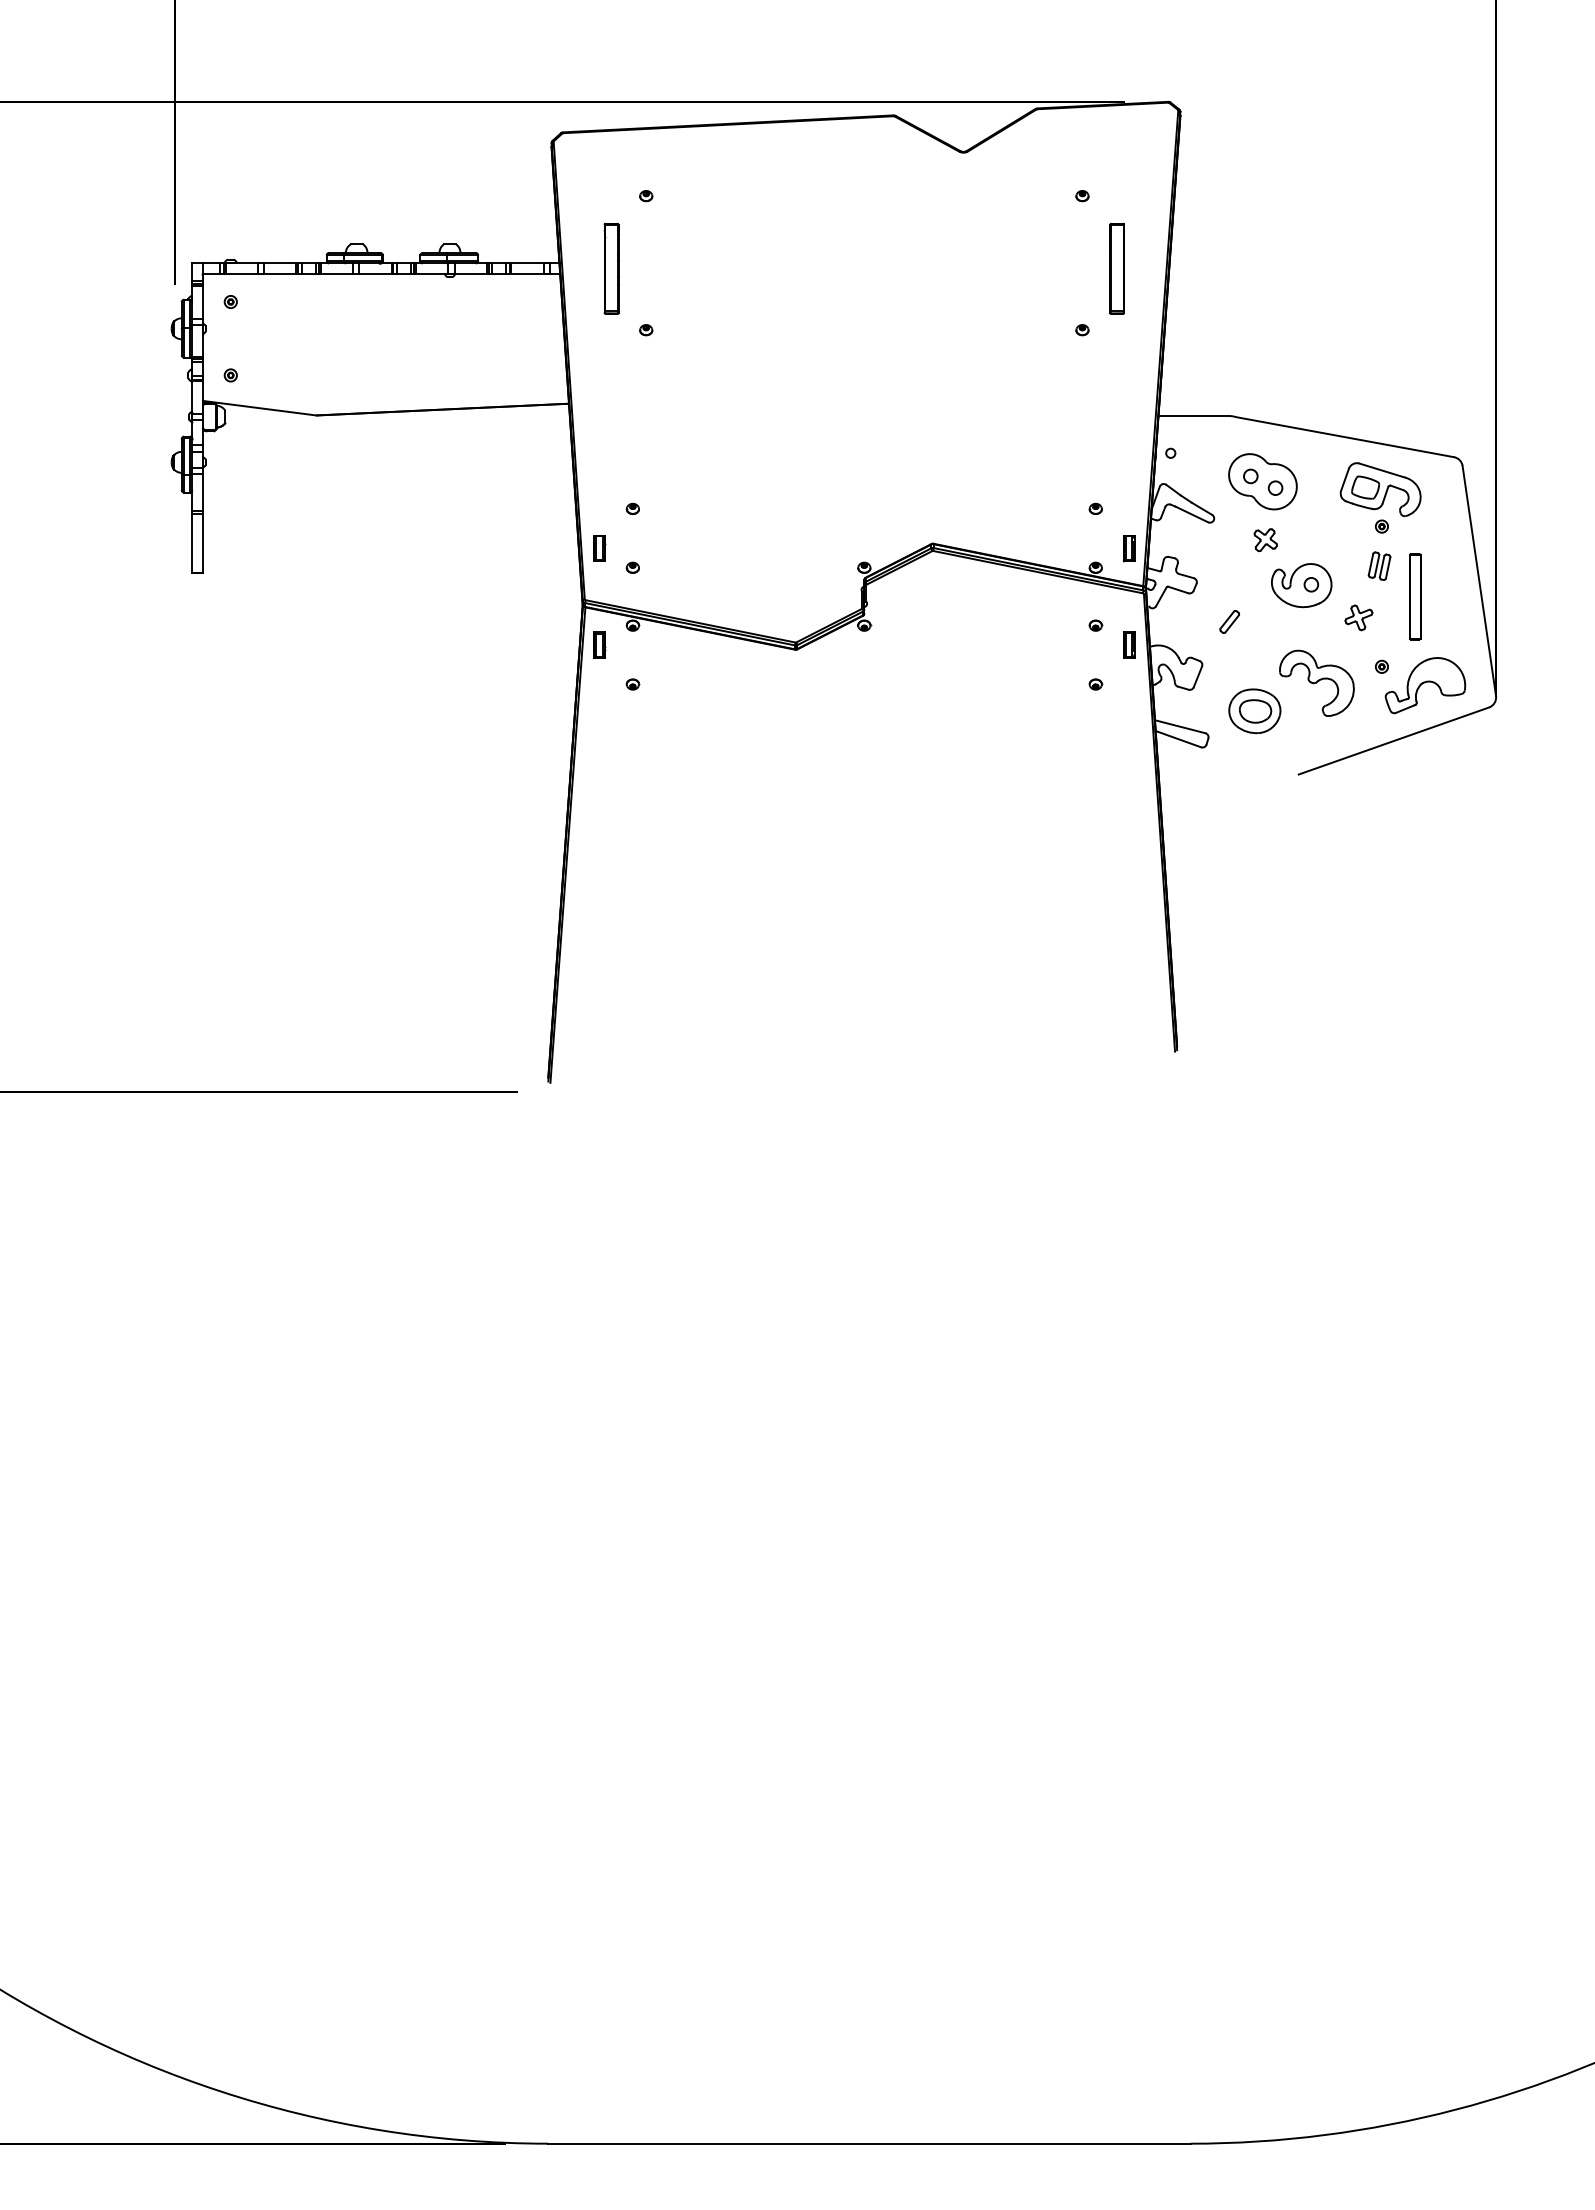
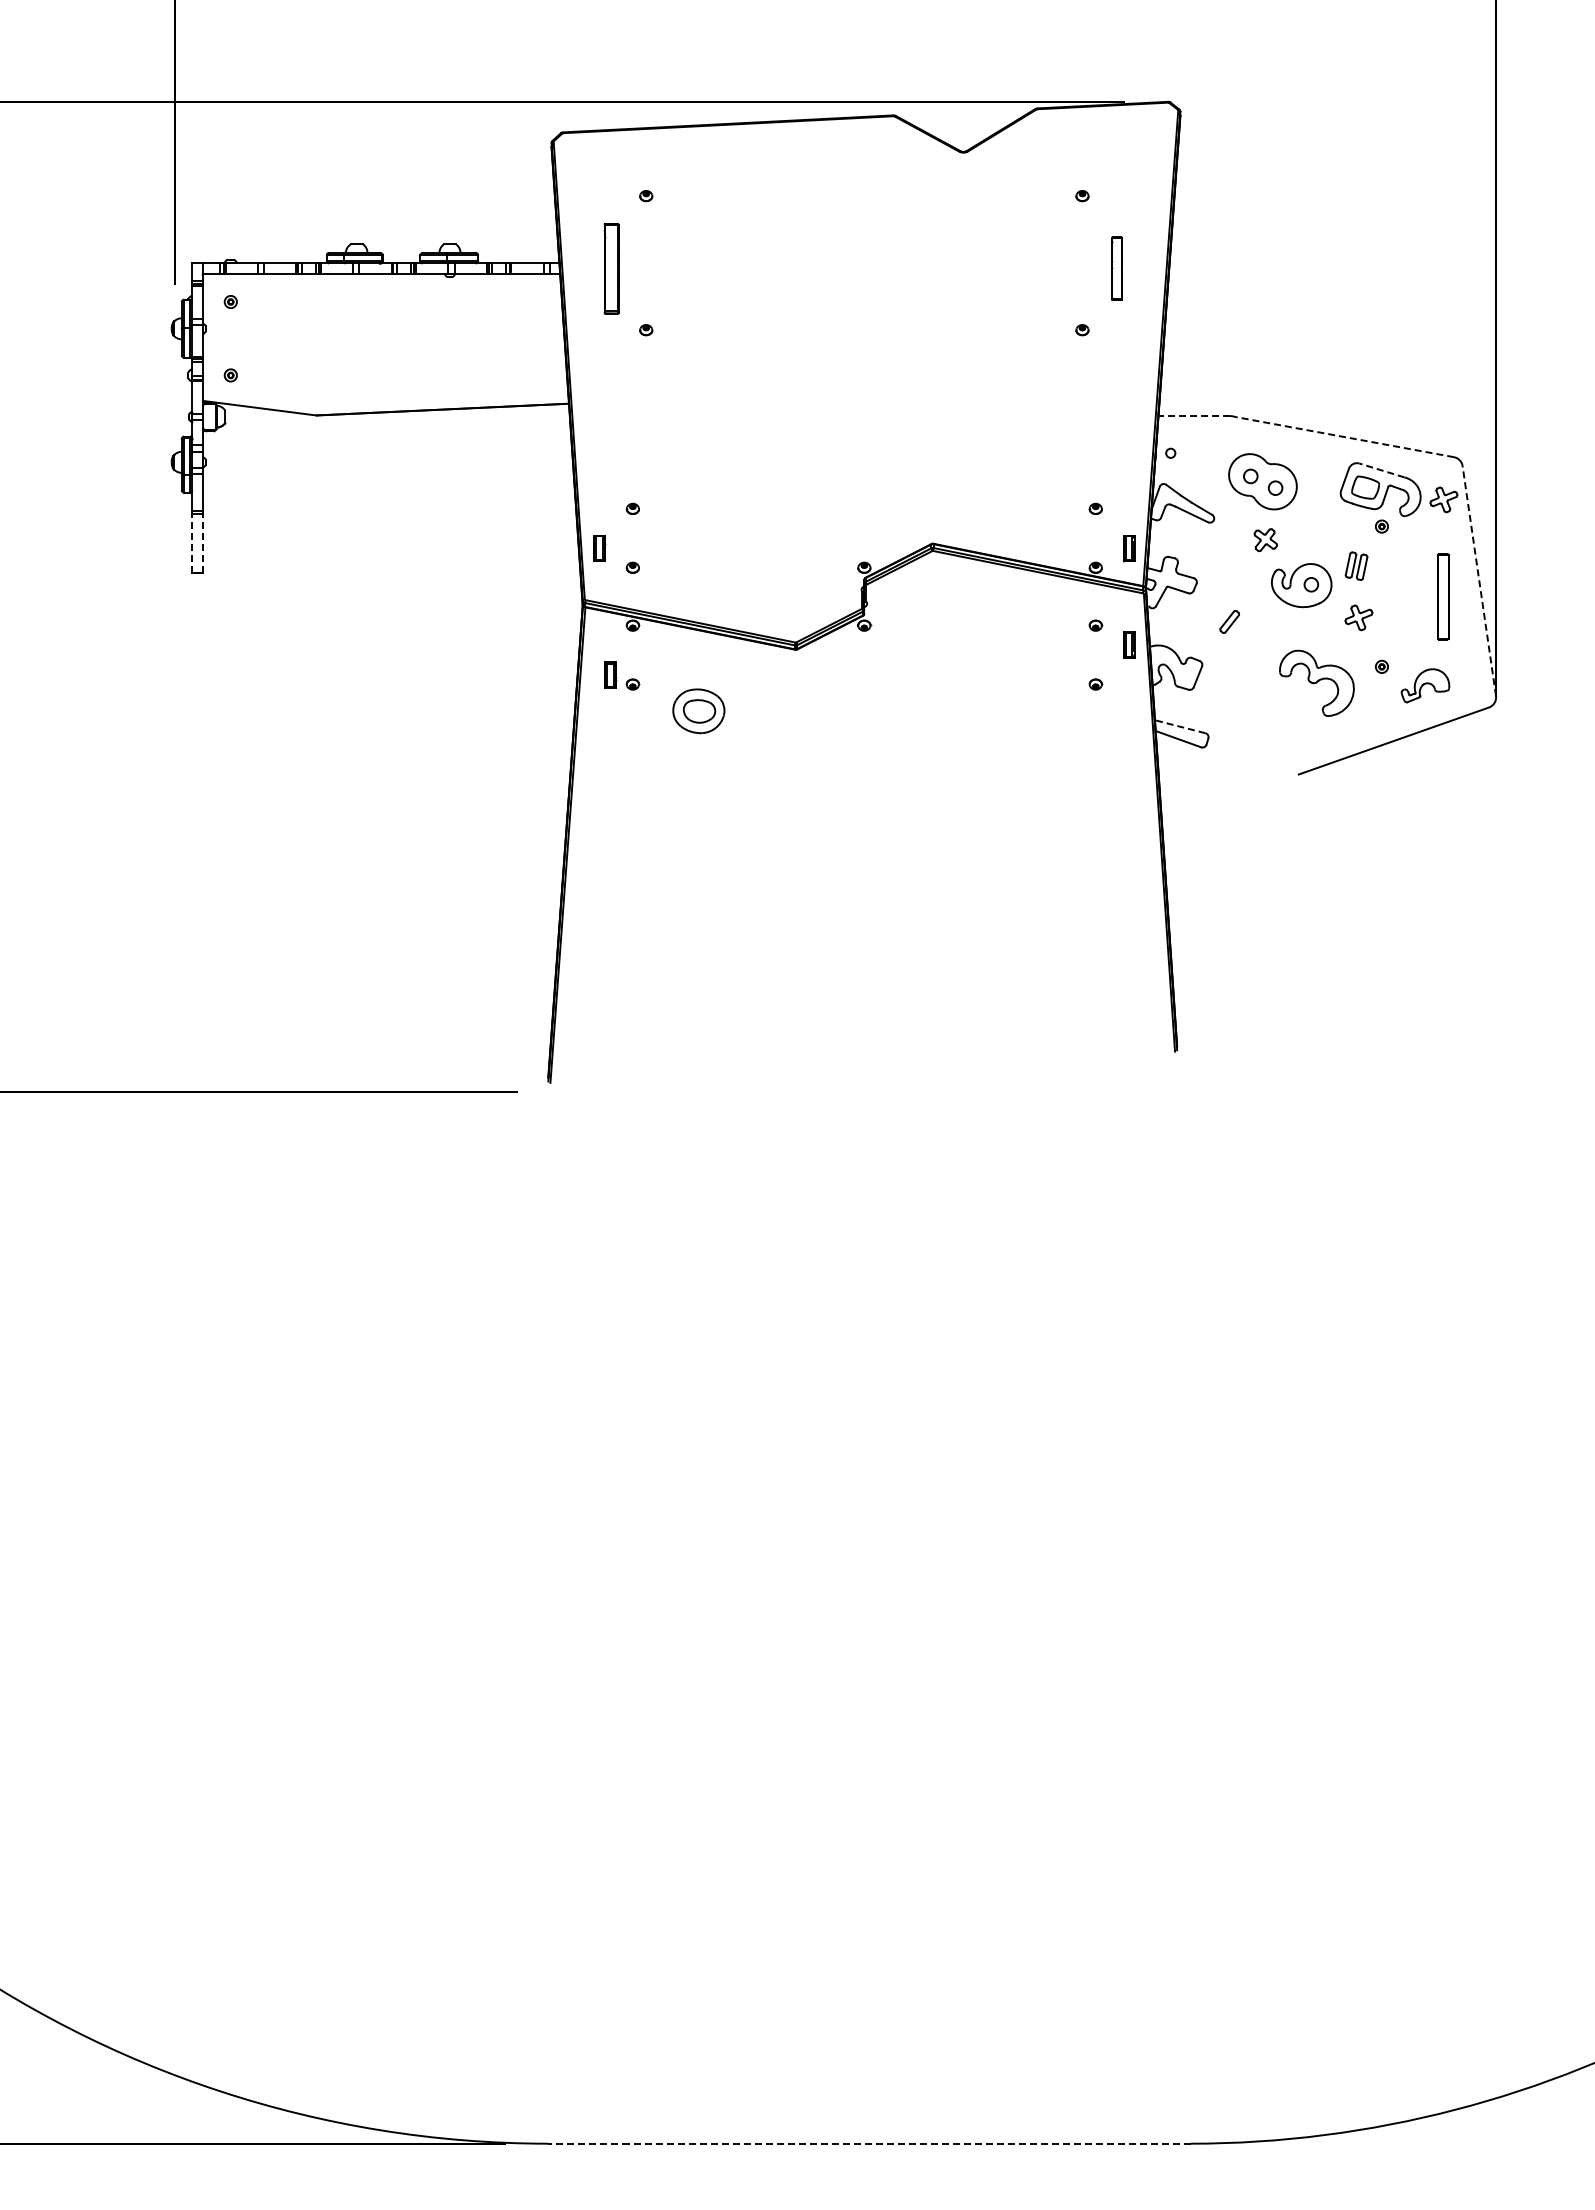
part at (1116, 268) size: 16x93 px -> 12x65 px
line at (1194, 416): solid -> dashed
line at (1345, 437): solid -> dashed
line at (1381, 470): solid -> dashed
part at (1443, 499): none -> present
line at (192, 542): solid -> dashed
line at (202, 542): solid -> dashed
part at (1379, 565) position: (1379, 565) -> (1356, 565)
line at (1479, 580): solid -> dashed
part at (1415, 596) position: (1415, 596) -> (1443, 596)
part at (599, 644) position: (599, 644) -> (610, 674)
part at (1425, 685) size: 83x58 px -> 51x36 px
part at (1254, 711) position: (1254, 711) -> (698, 711)
line at (1179, 726): solid -> dashed
line at (868, 2143): solid -> dashed
